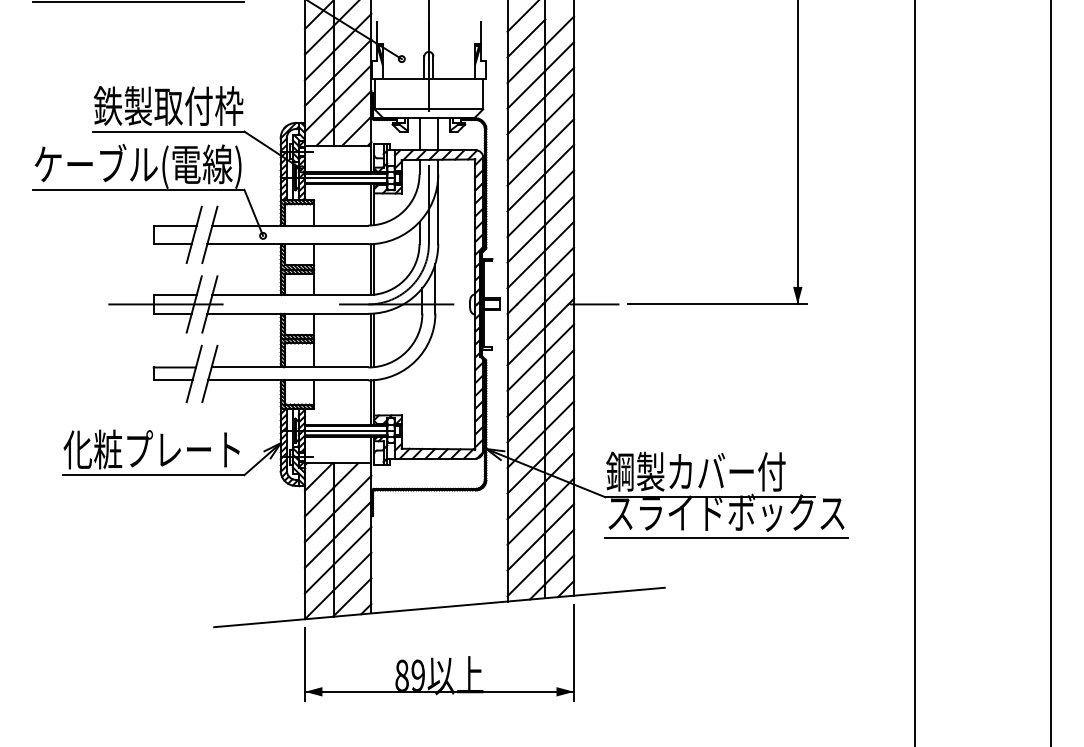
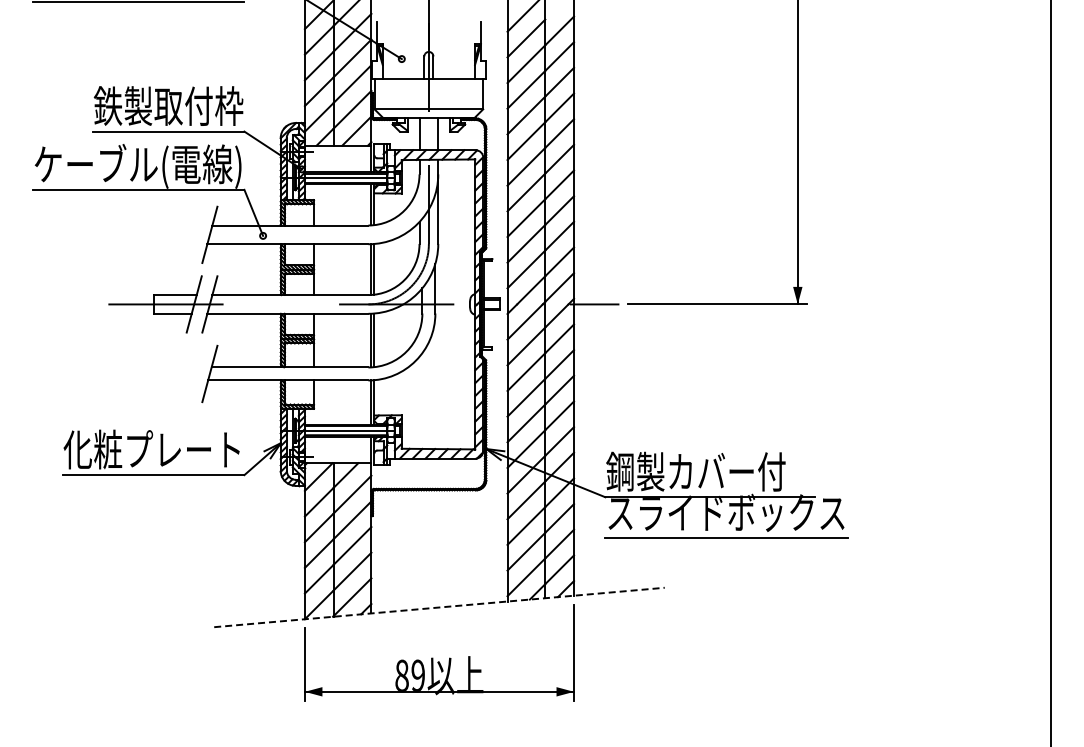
part at (177, 234): present -> none
line at (915, 372): present -> none
part at (177, 373): present -> none
line at (439, 607): solid -> dashed
